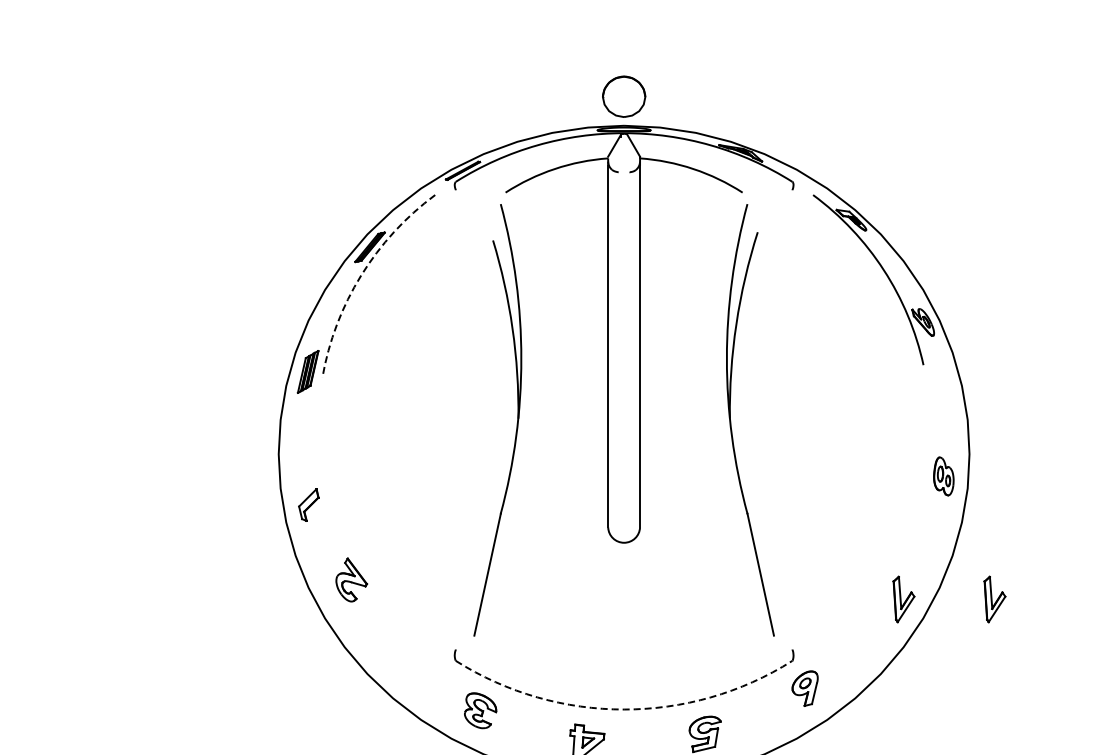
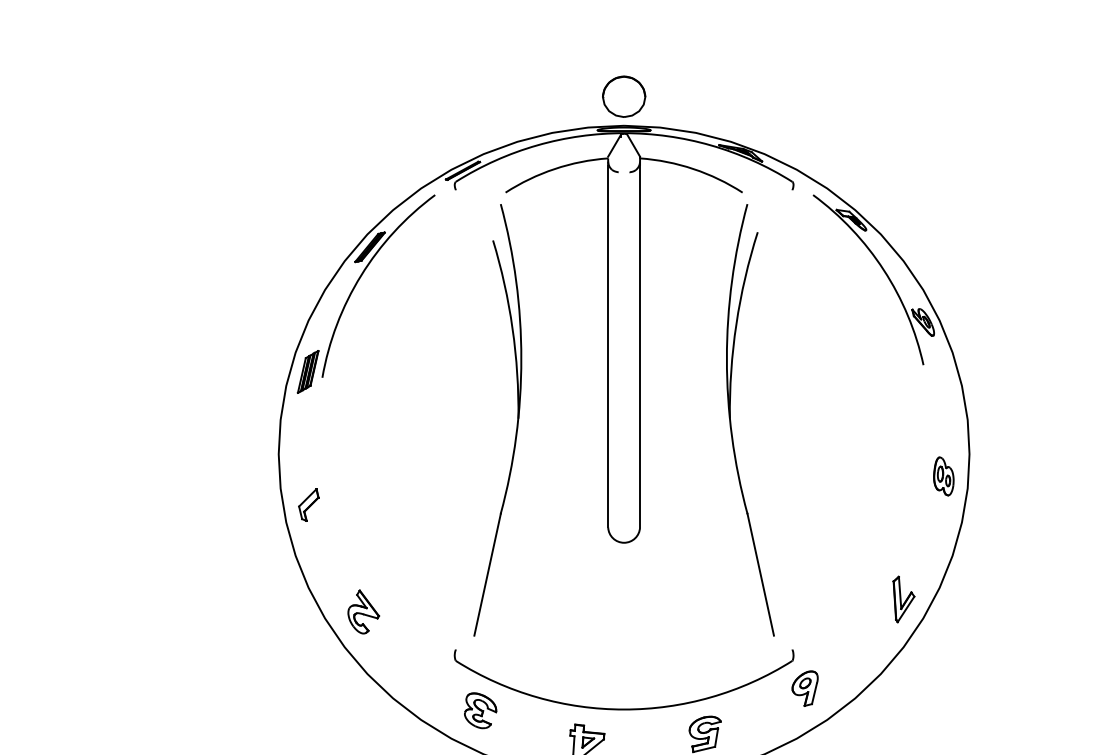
arc at (361, 275): dashed -> solid
part at (351, 579) position: (351, 579) -> (363, 611)
part at (994, 599): present -> none
arc at (624, 709): dashed -> solid
